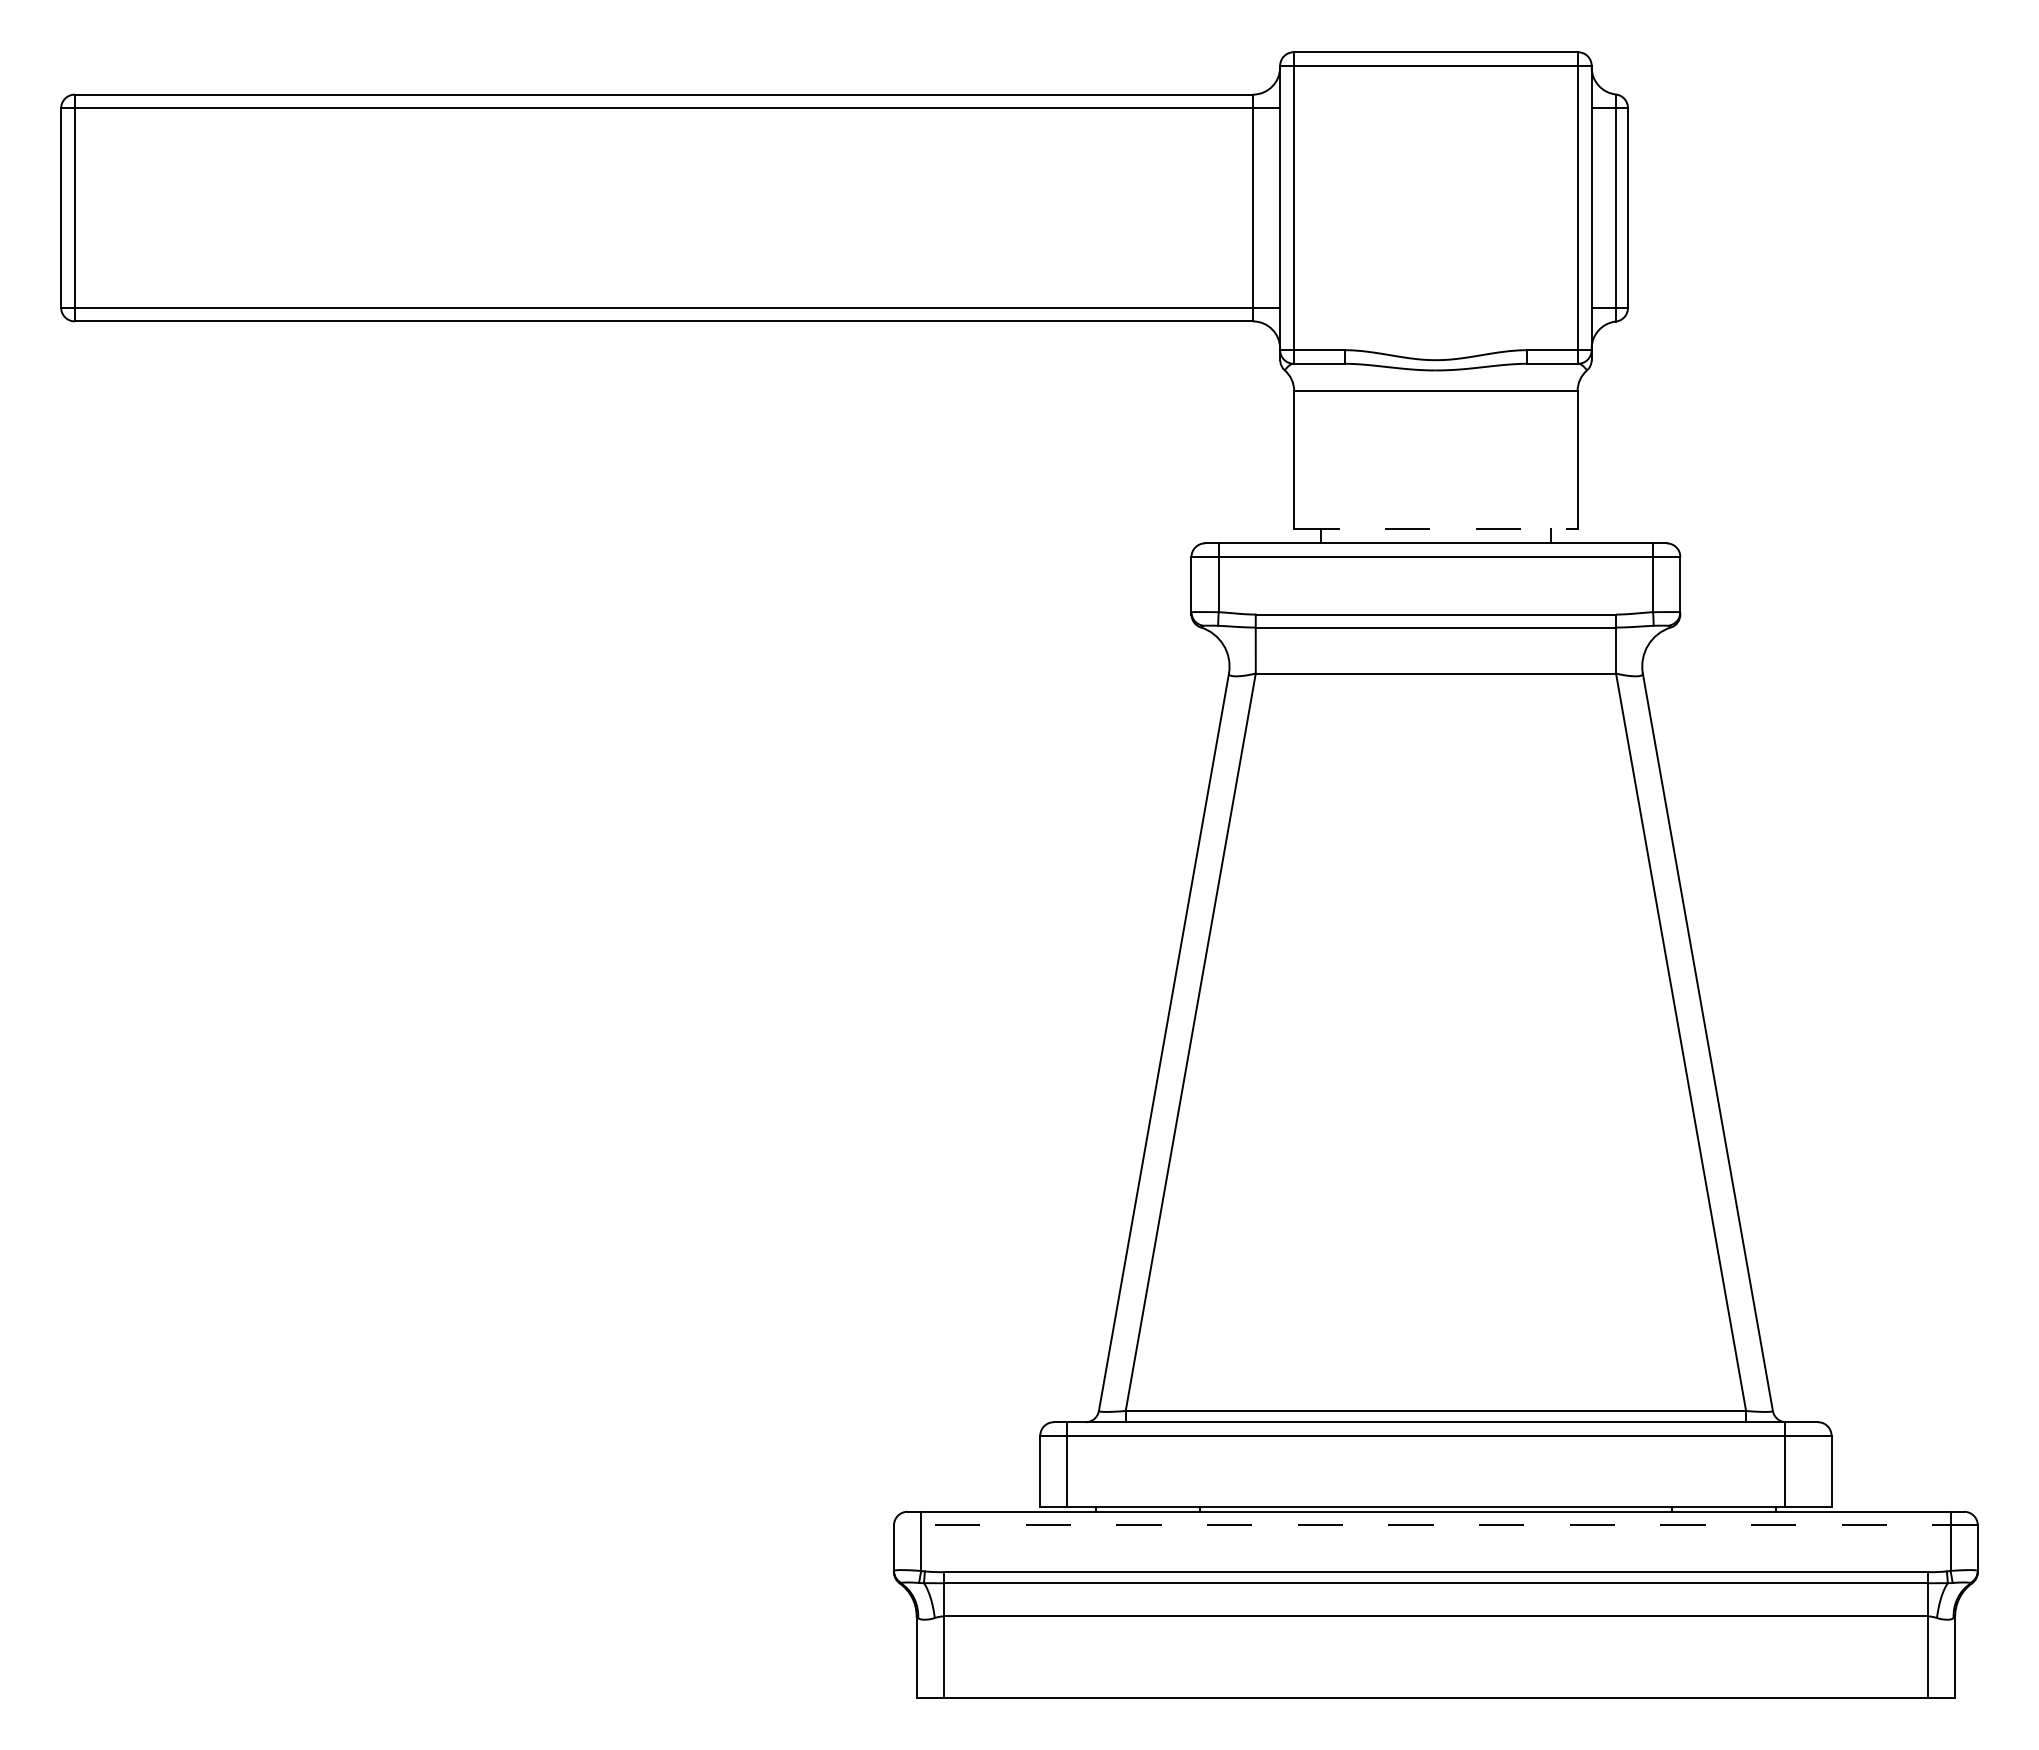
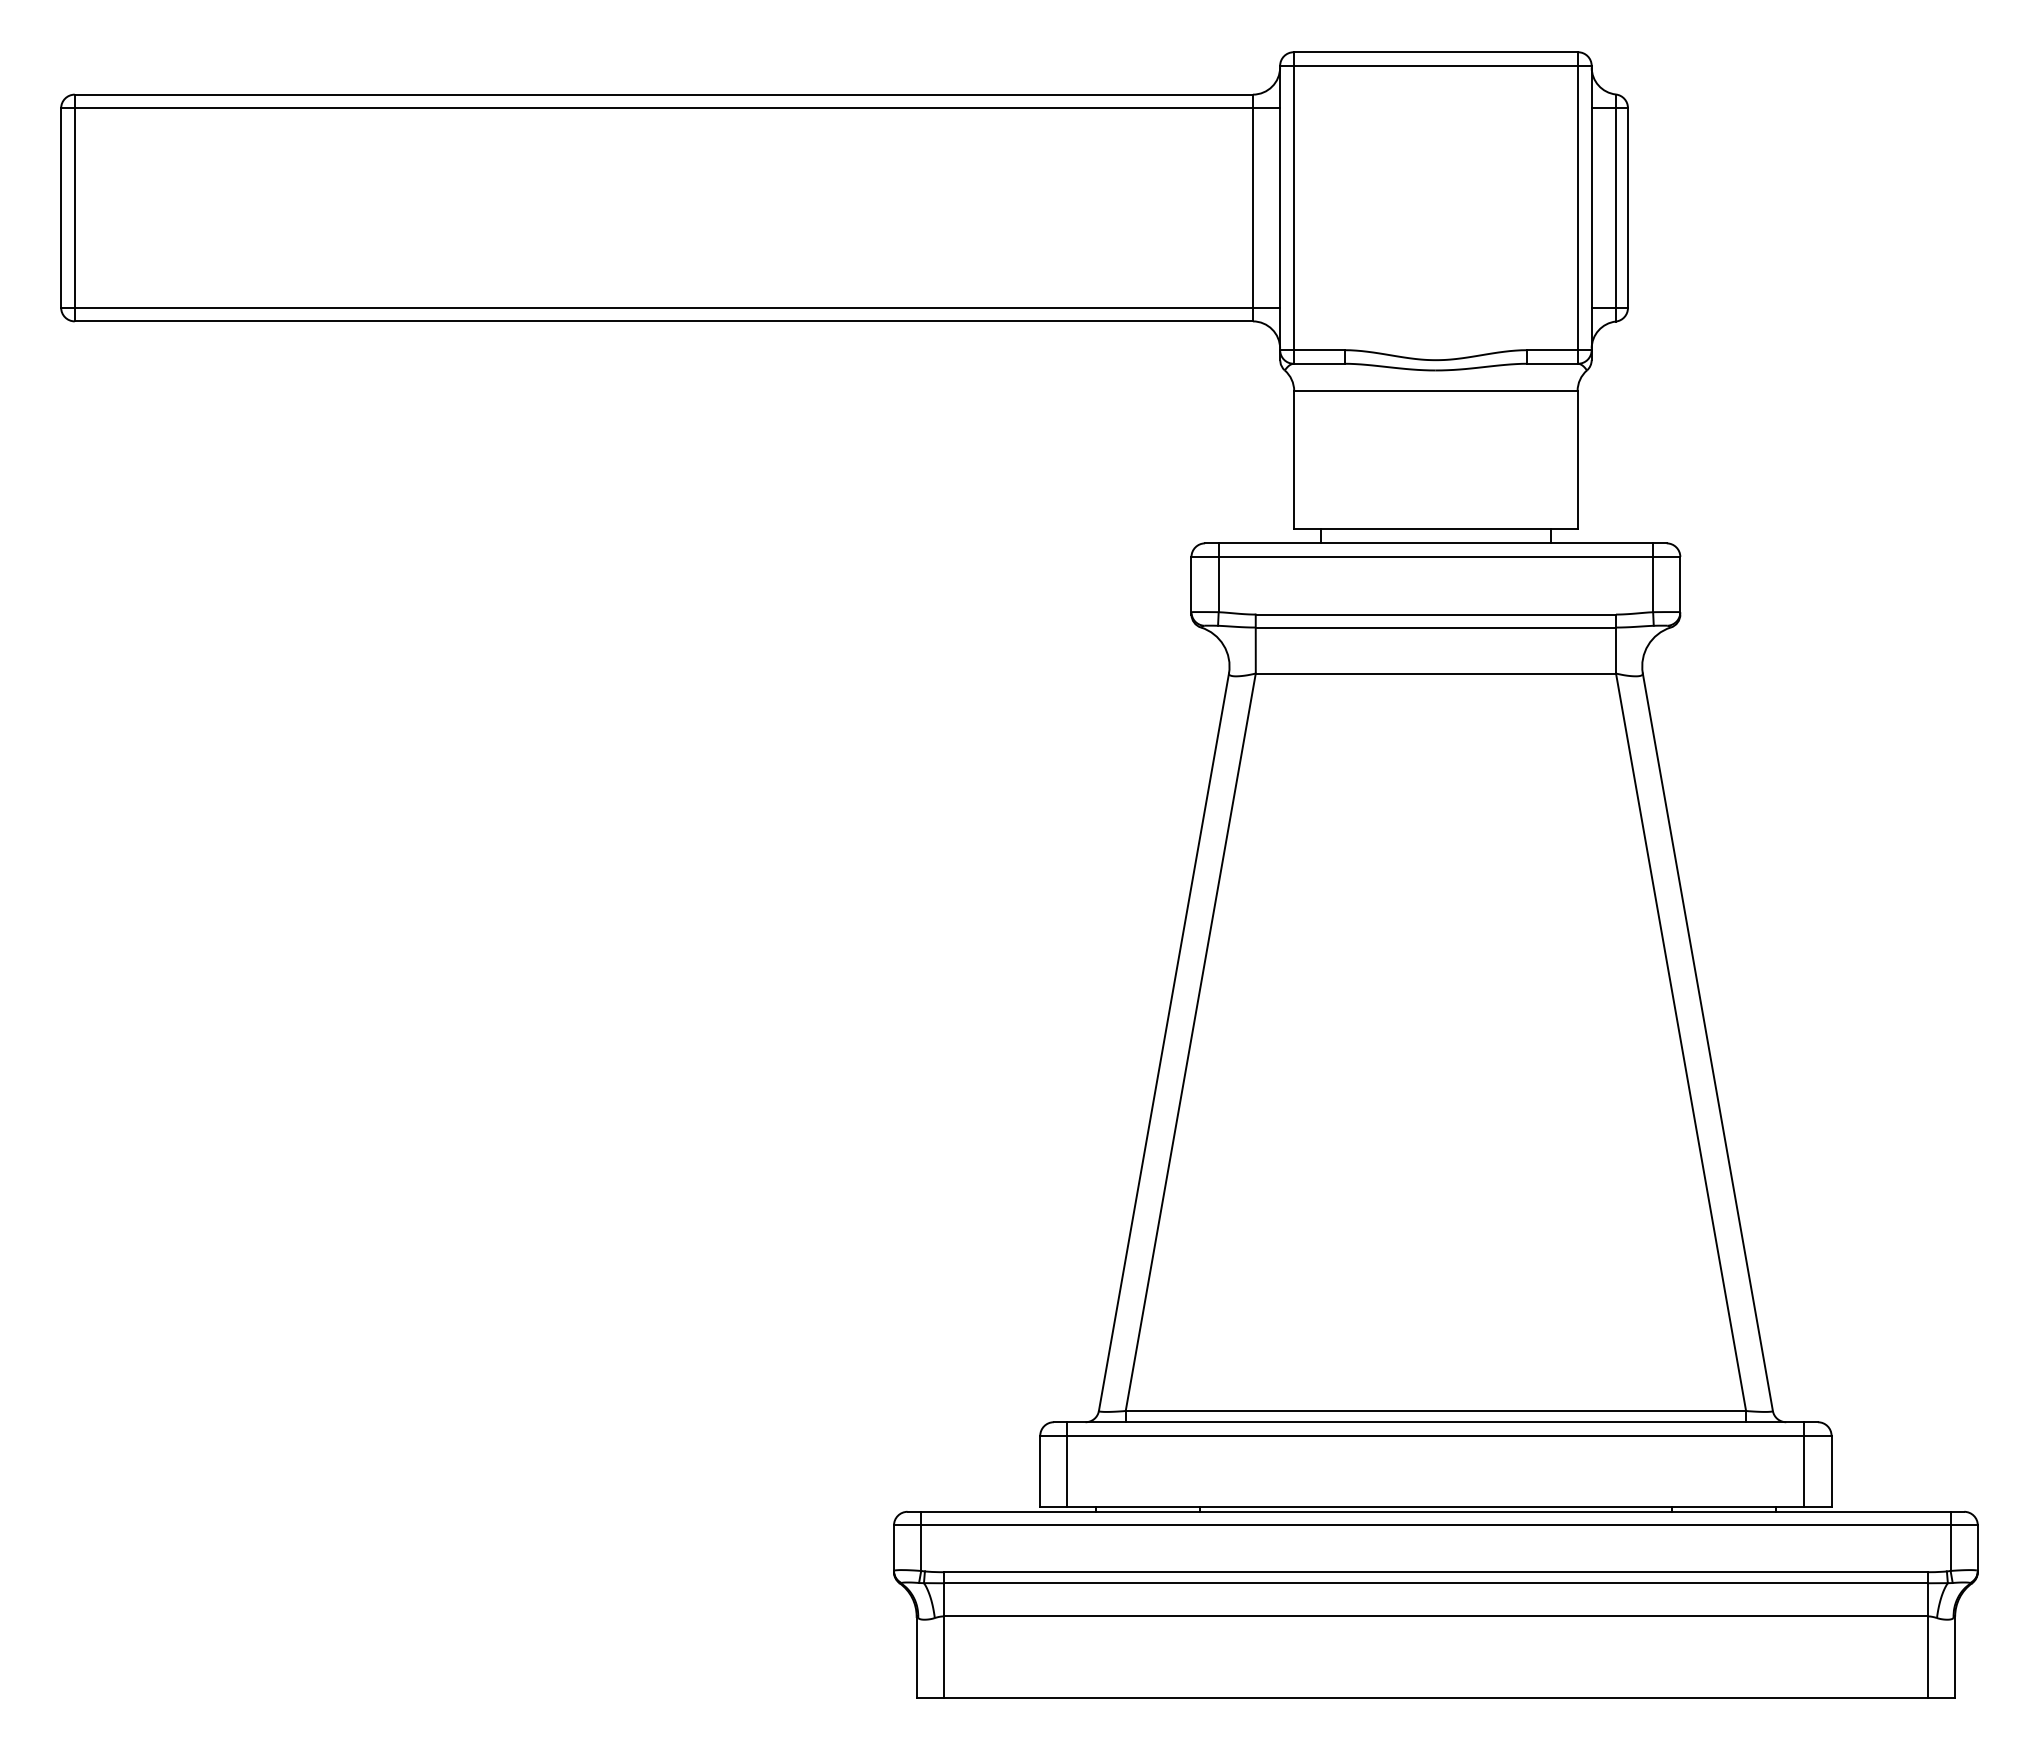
line at (1435, 529): dashed -> solid
line at (1785, 1464) position: (1785, 1464) -> (1804, 1464)
line at (1435, 1525): dashed -> solid
